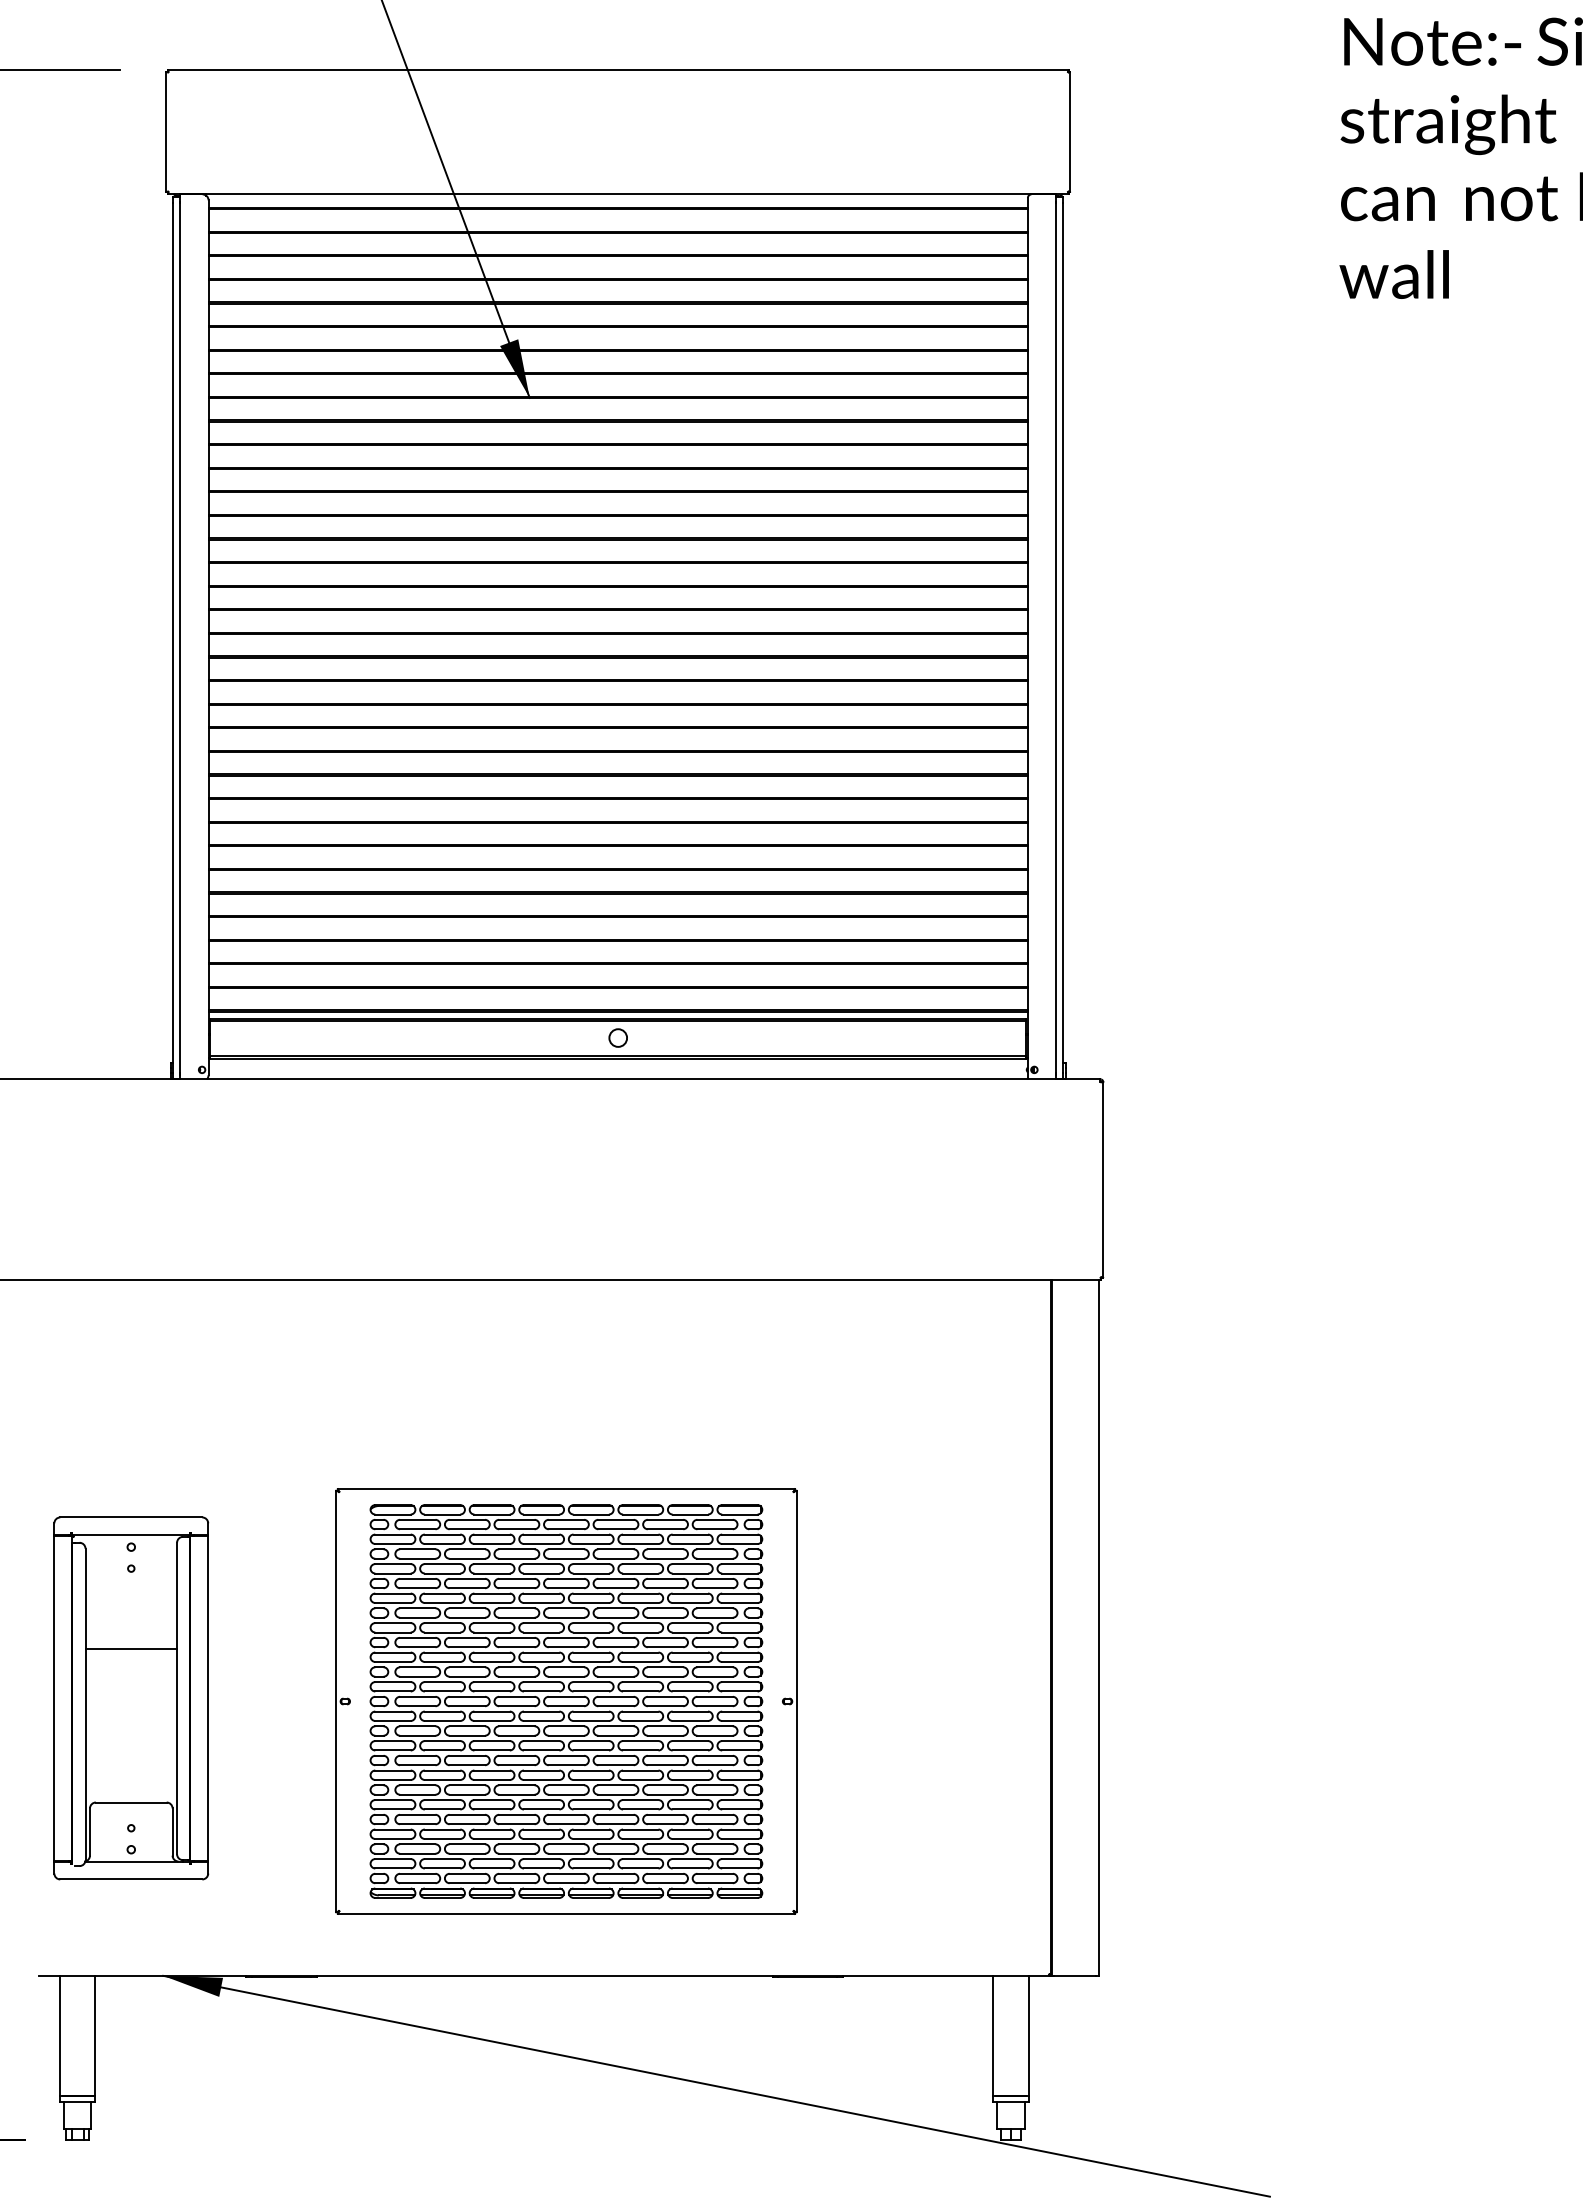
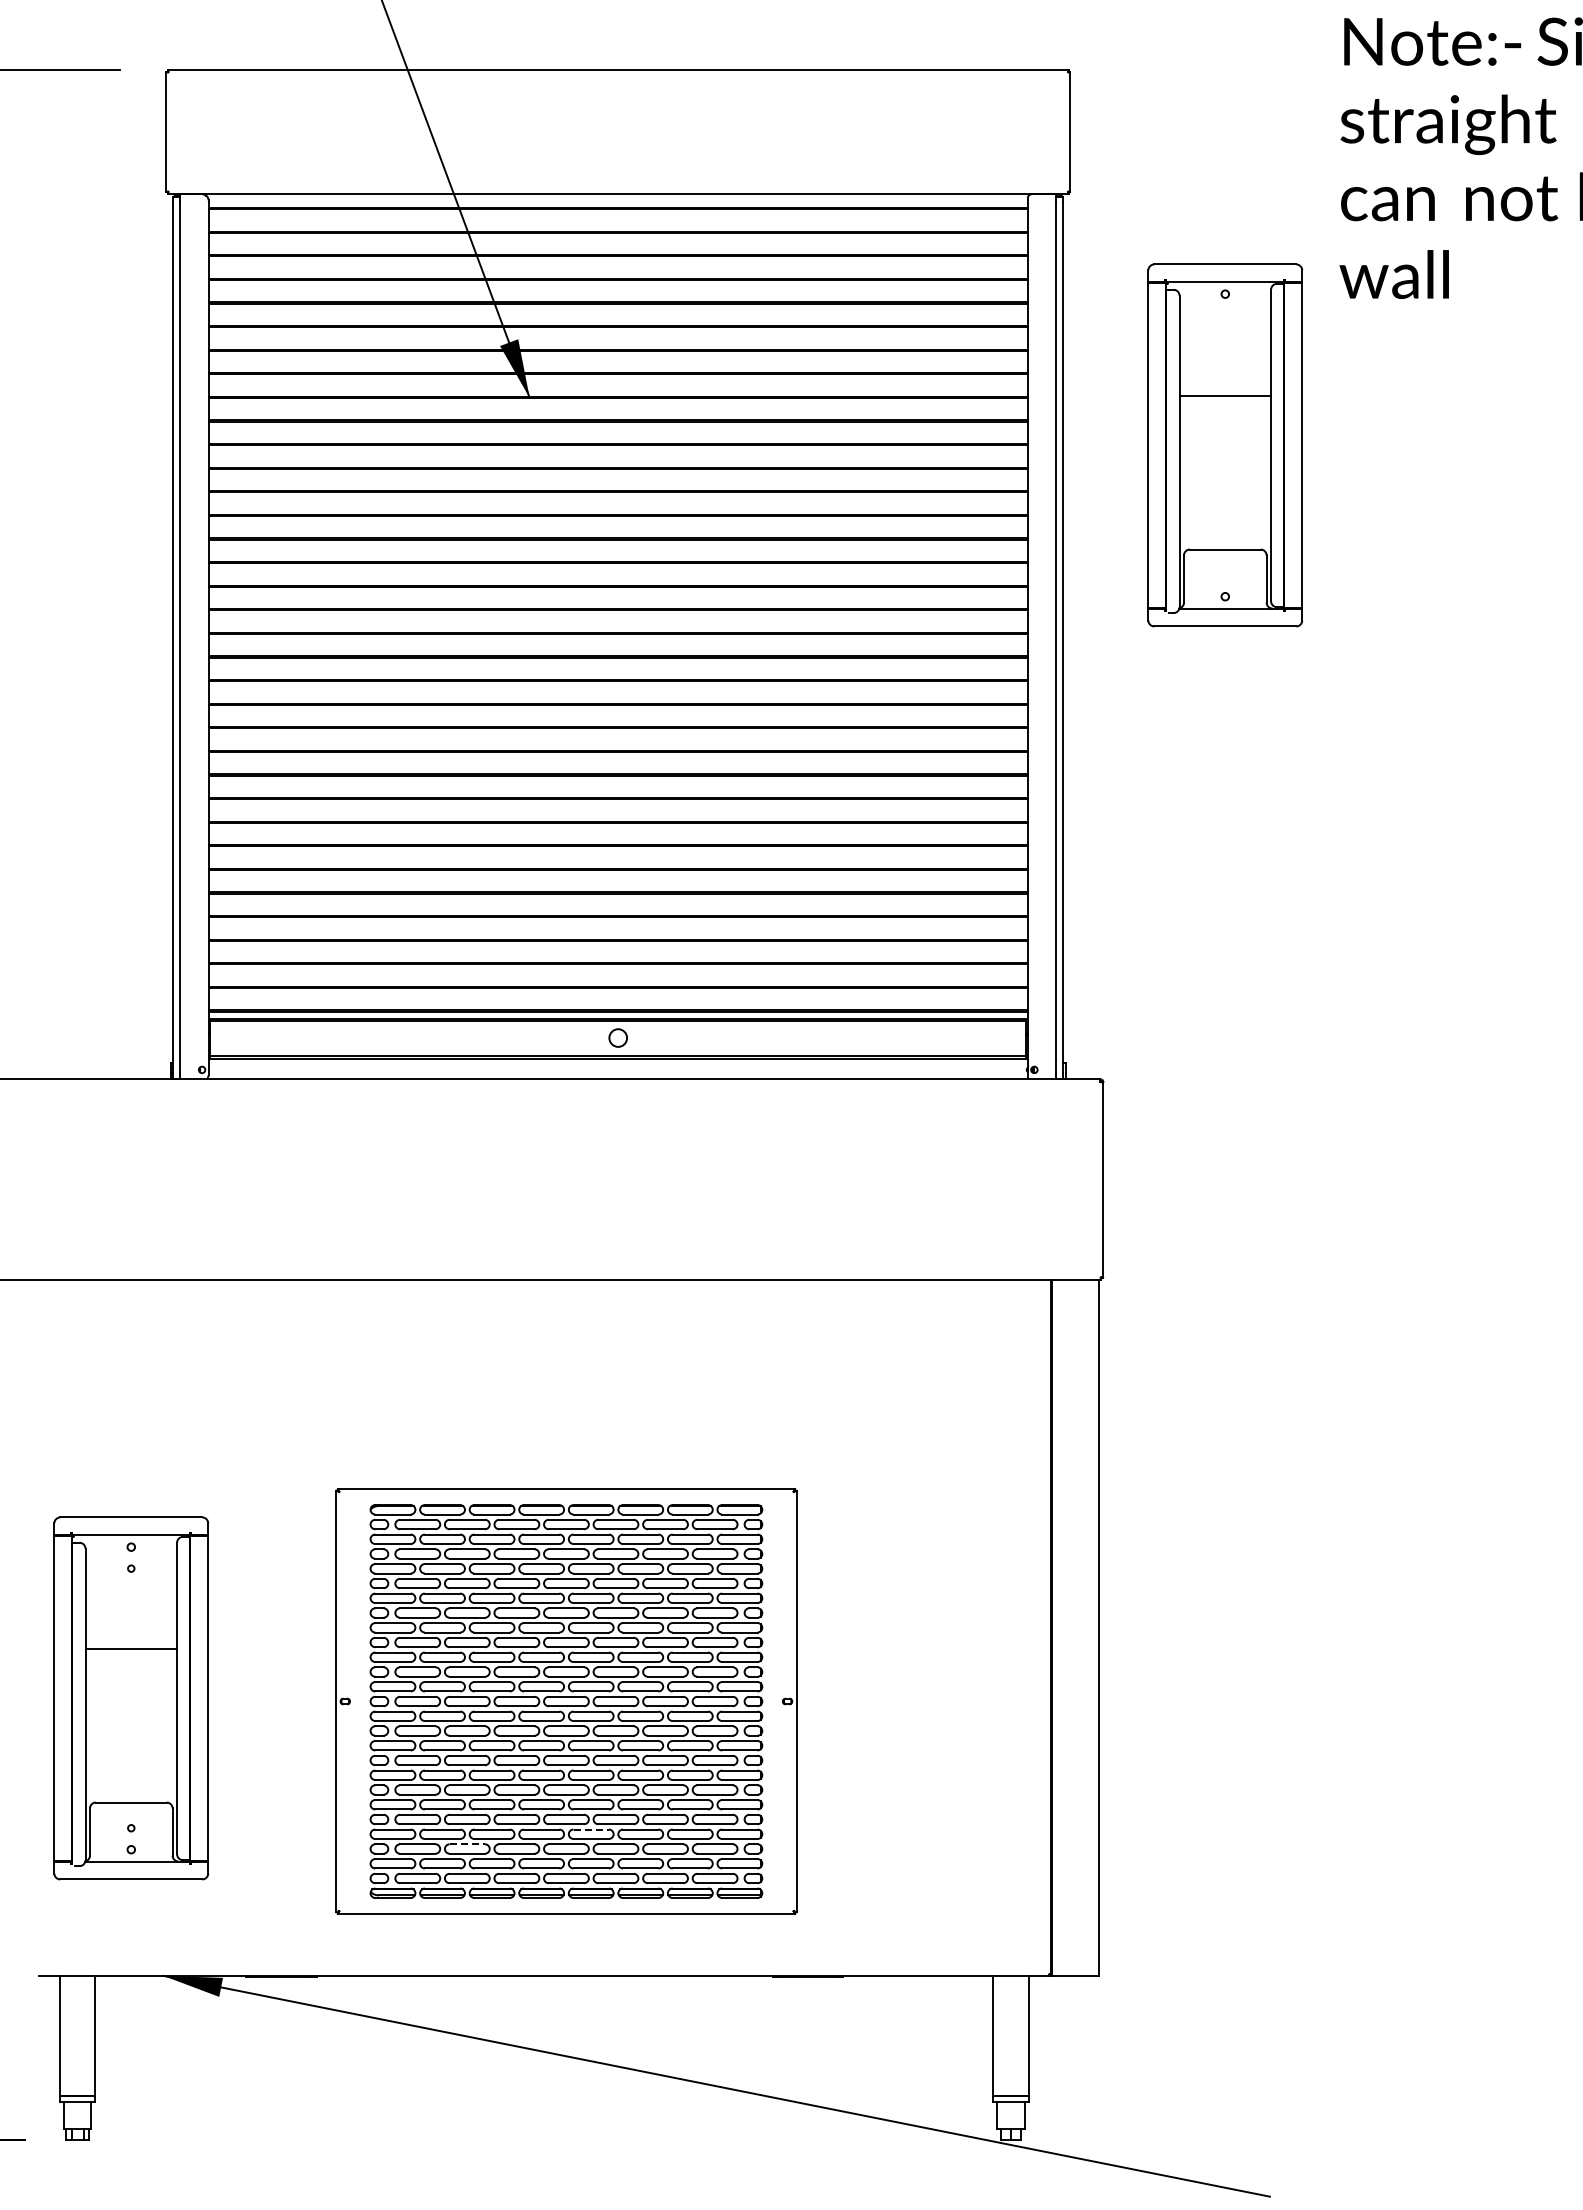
part at (1225, 445): none -> present
line at (591, 1829): solid -> dashed
line at (467, 1844): solid -> dashed
